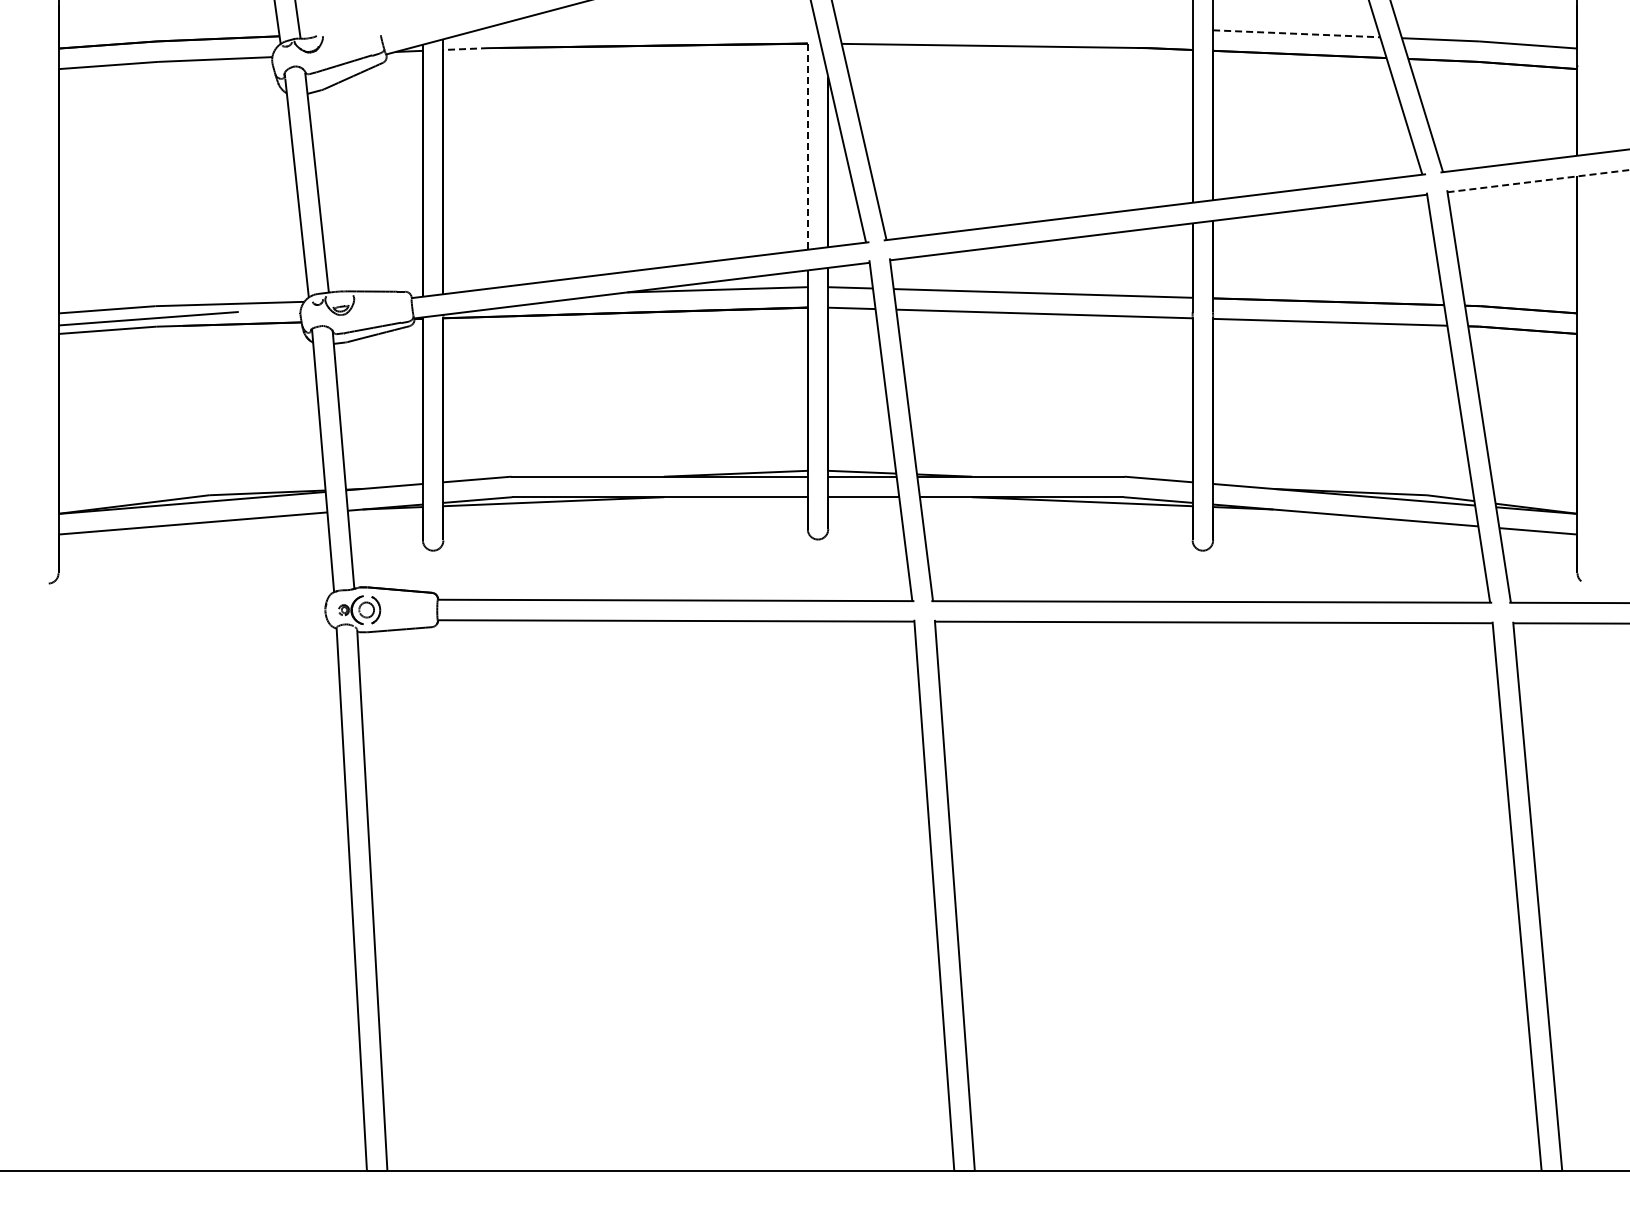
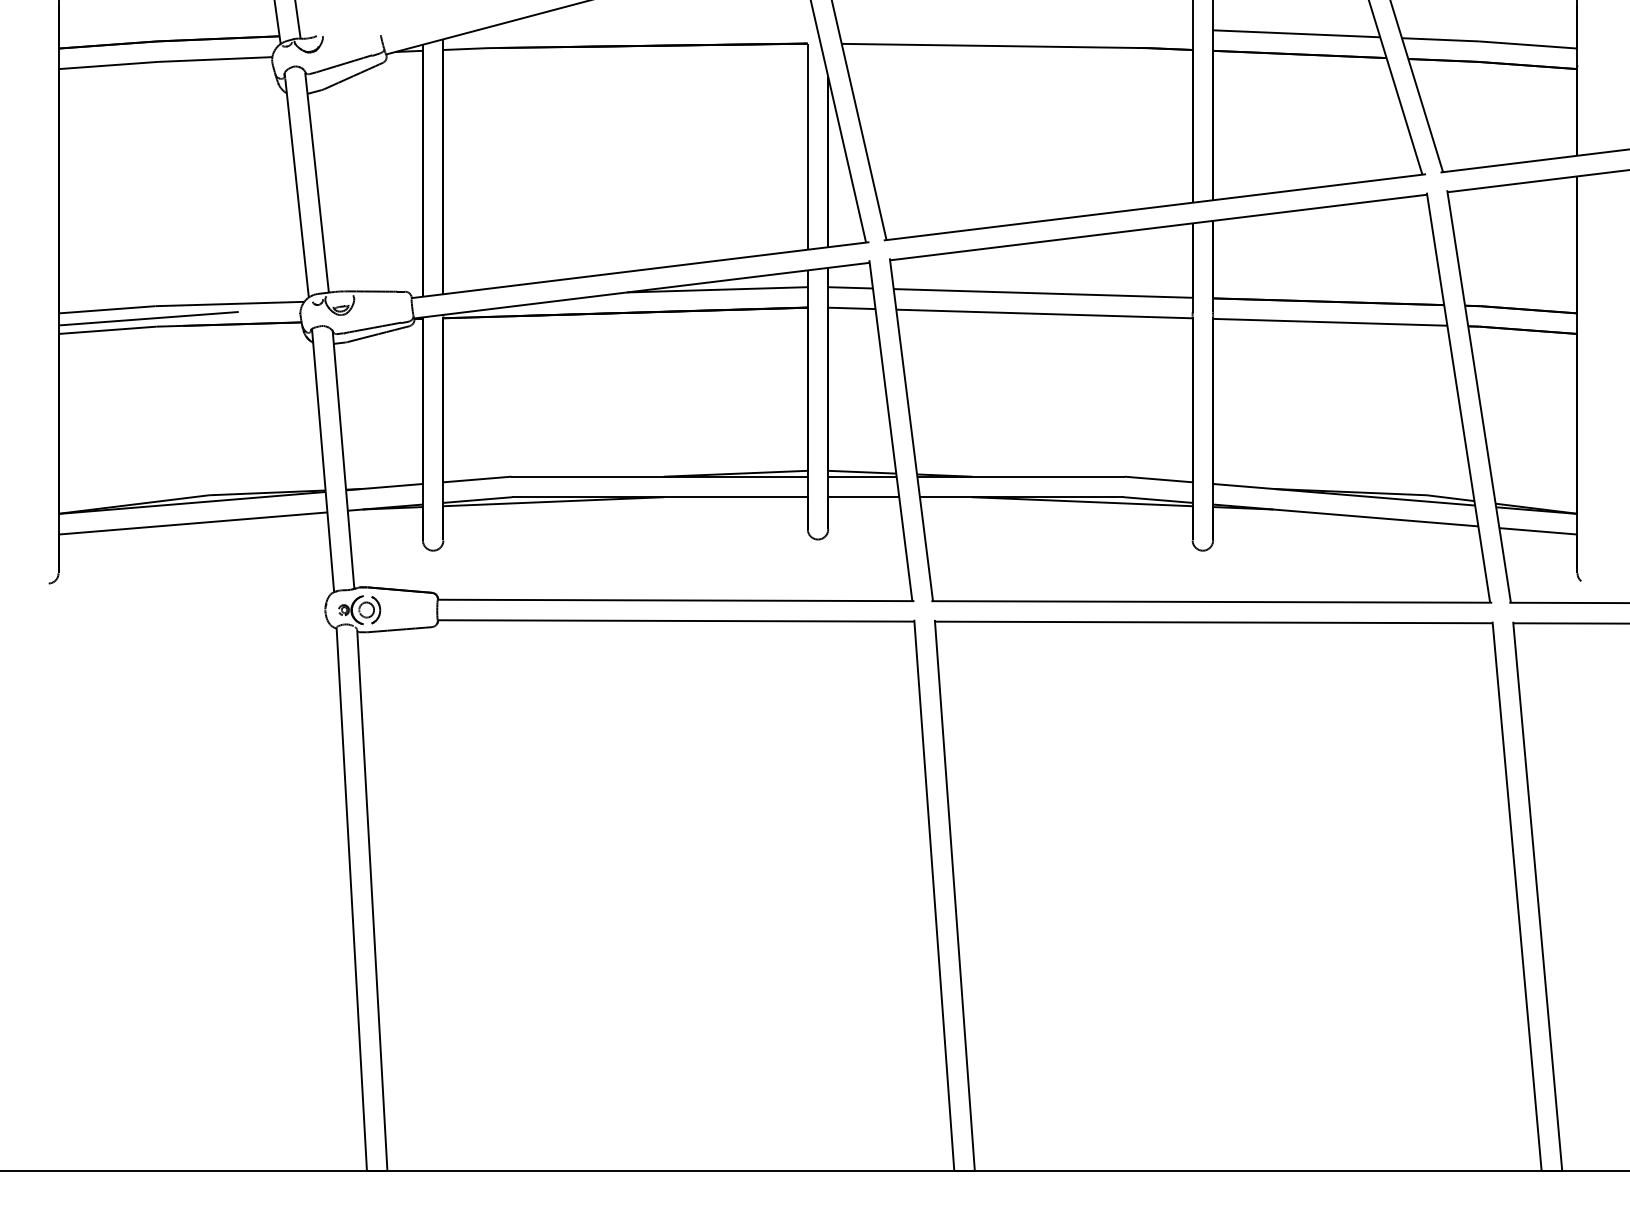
line at (1296, 33): dashed -> solid
line at (465, 49): dashed -> solid
line at (807, 147): dashed -> solid
line at (1538, 181): dashed -> solid
